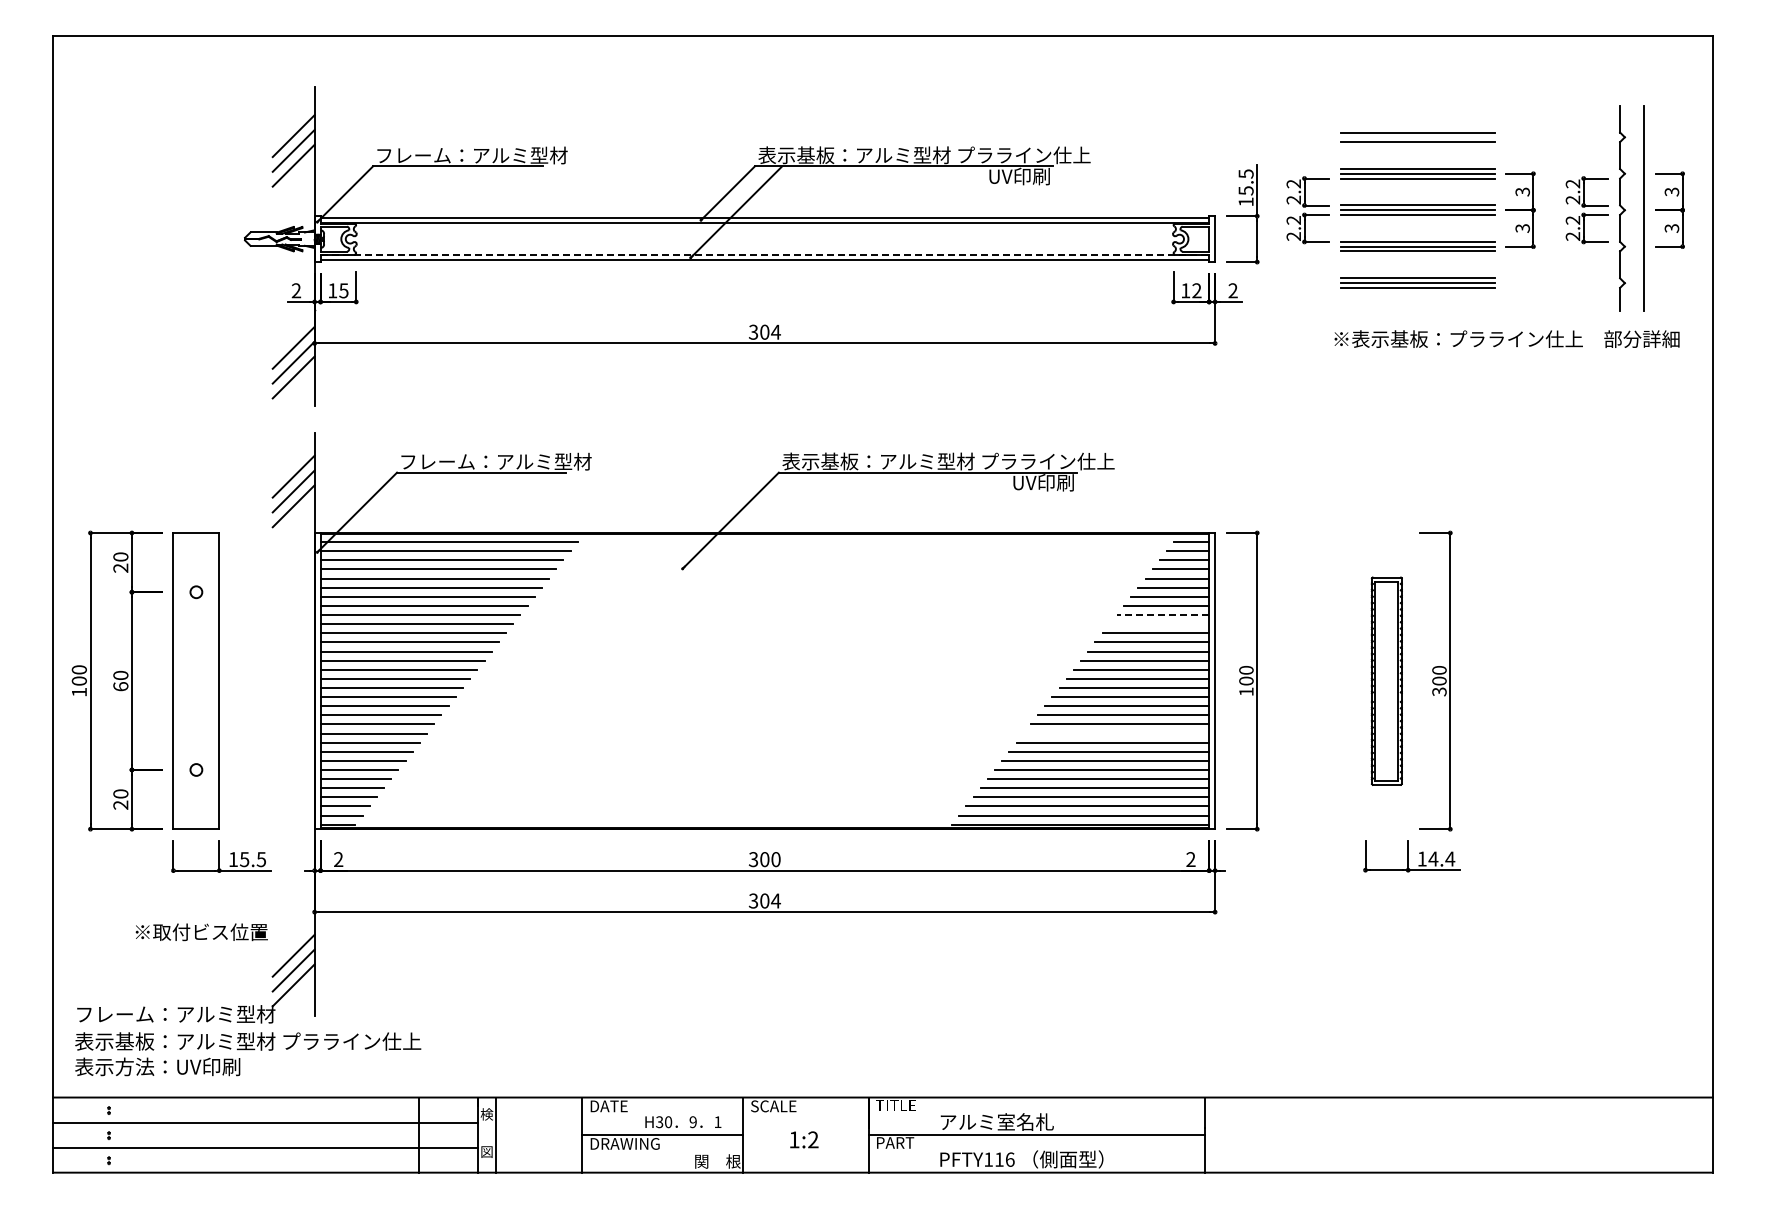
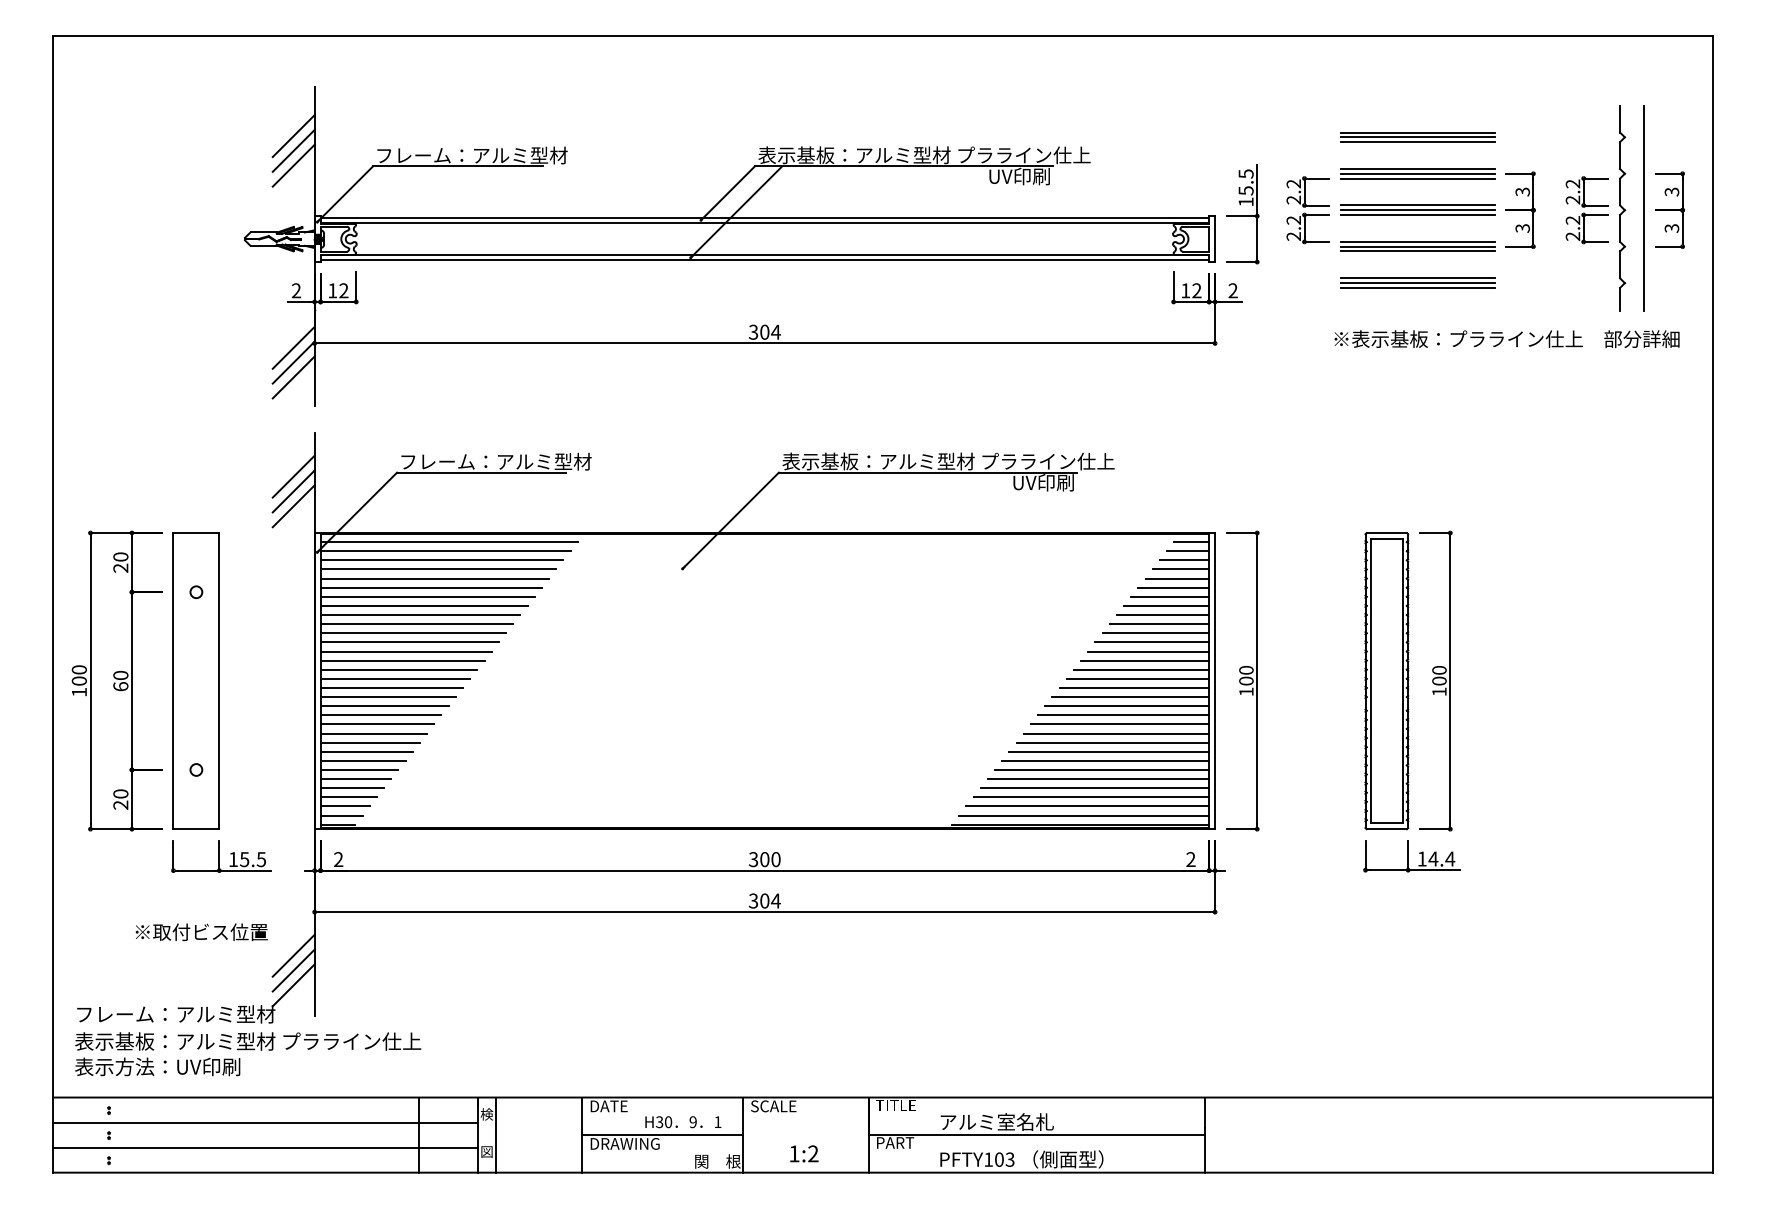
line at (1417, 137): none -> present
line at (765, 255): dashed -> solid
text at (343, 290): 15 -> 12
line at (1162, 615): dashed -> solid
line at (1159, 624): none -> present
part at (1386, 680) size: 33x210 px -> 46x299 px
text at (1439, 691): 300 -> 100
line at (1116, 733): none -> present
text at (804, 1139) position: (804, 1139) -> (804, 1153)
text at (1004, 1159): PFTY116 -> PFTY103
